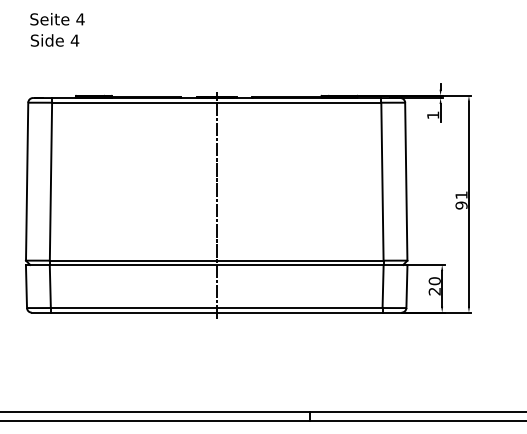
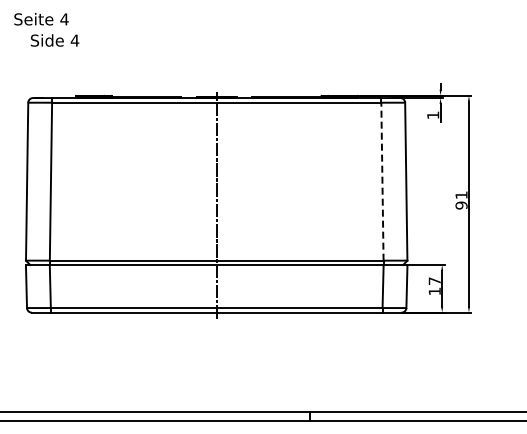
text at (57, 19) position: (57, 19) -> (41, 19)
line at (382, 181): solid -> dashed
text at (434, 286): 20 -> 17
